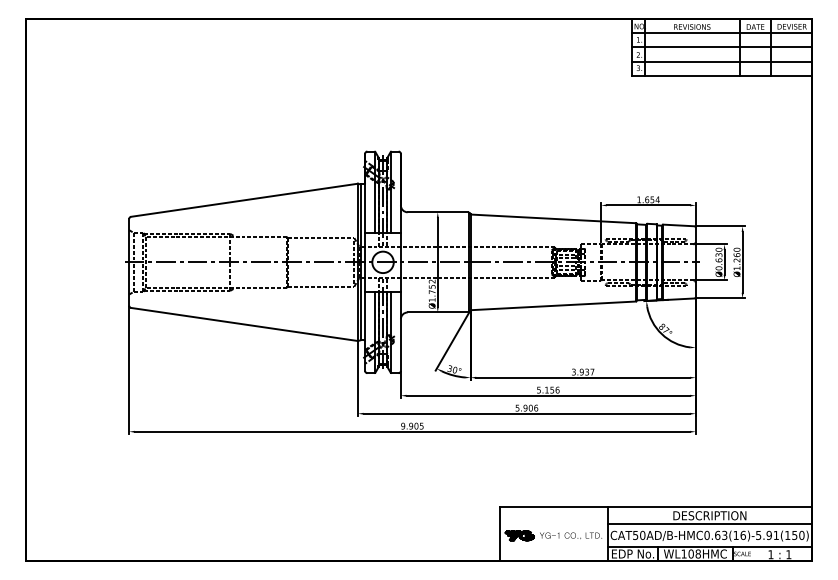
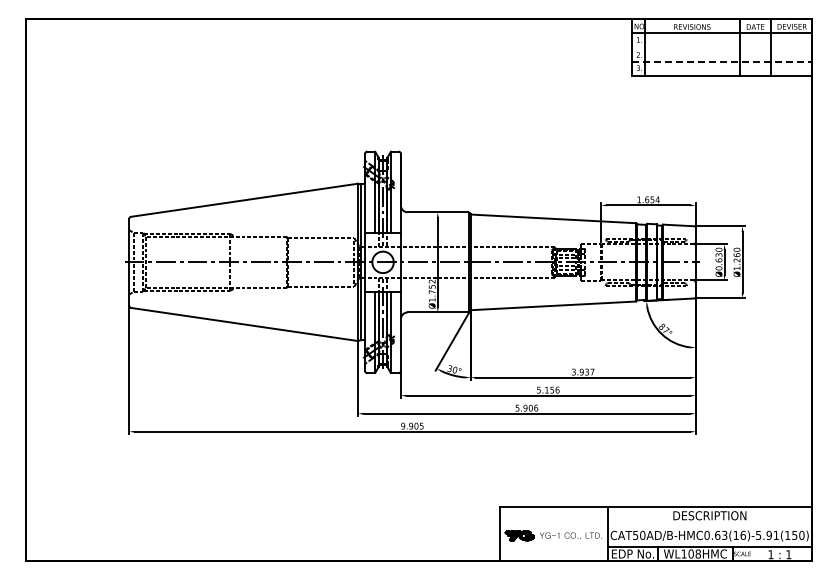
line at (721, 47): present -> none
line at (722, 61): solid -> dashed
line at (709, 524): present -> none
